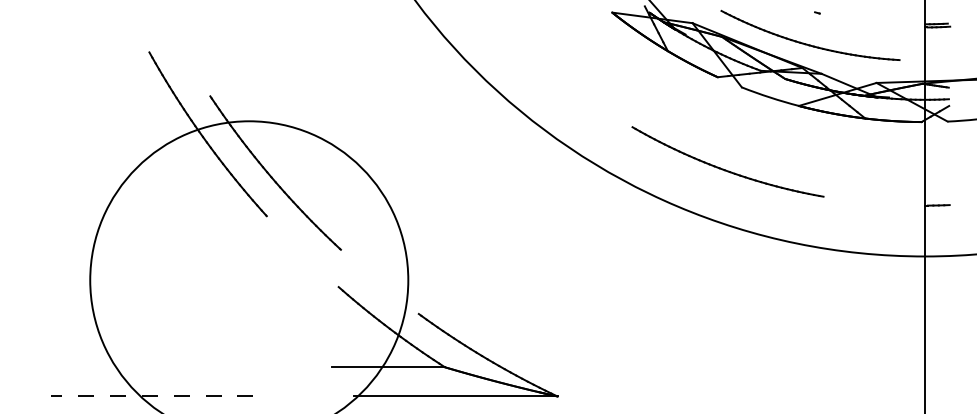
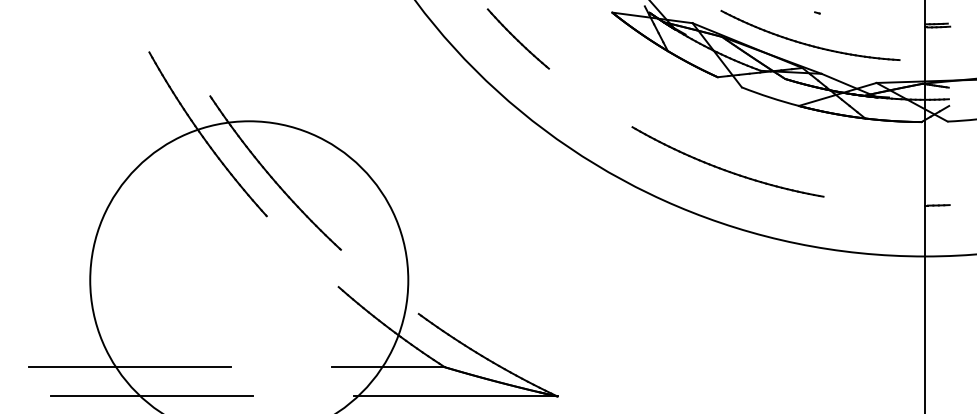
part at (517, 38): none -> present
line at (130, 367): none -> present
line at (152, 396): dashed -> solid
